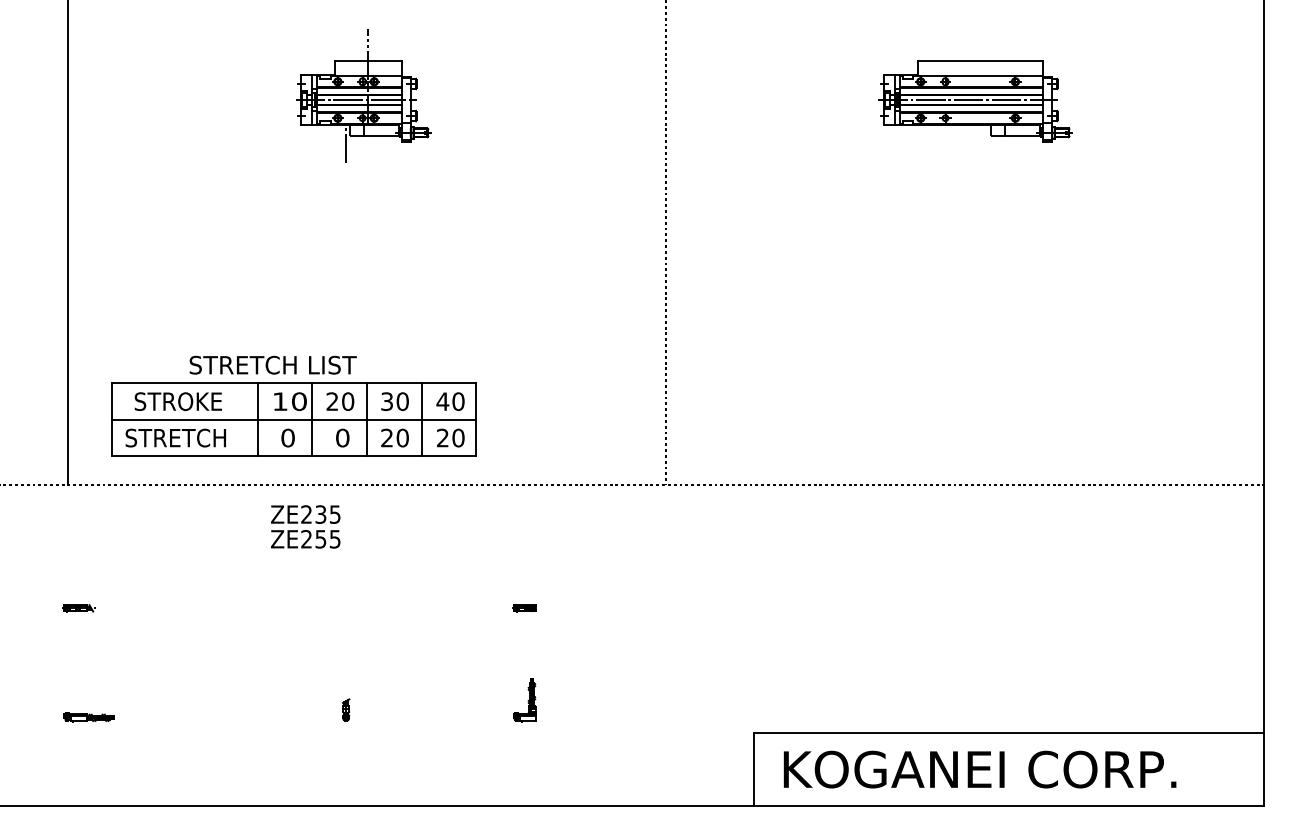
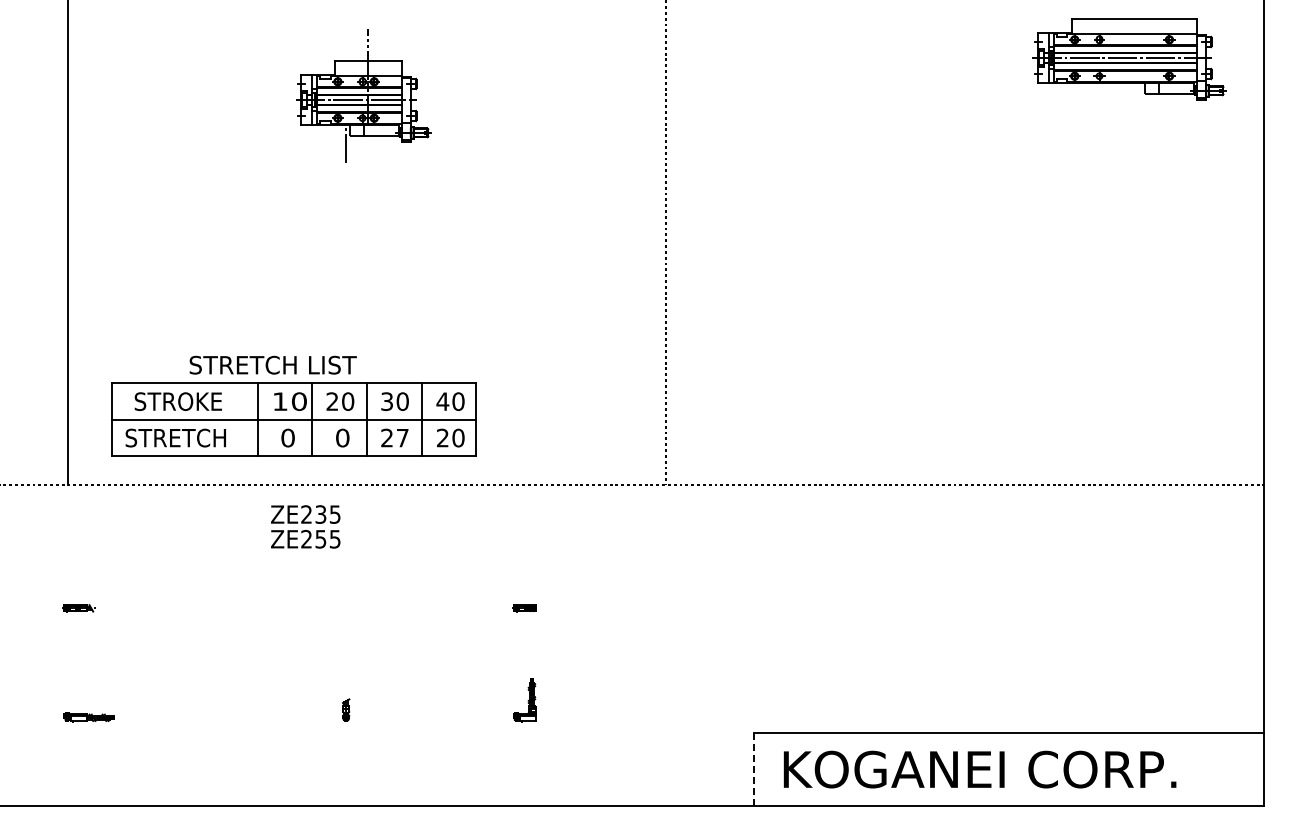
part at (975, 101) position: (975, 101) -> (1129, 59)
text at (402, 437): 20 -> 27
line at (753, 770): solid -> dashed
